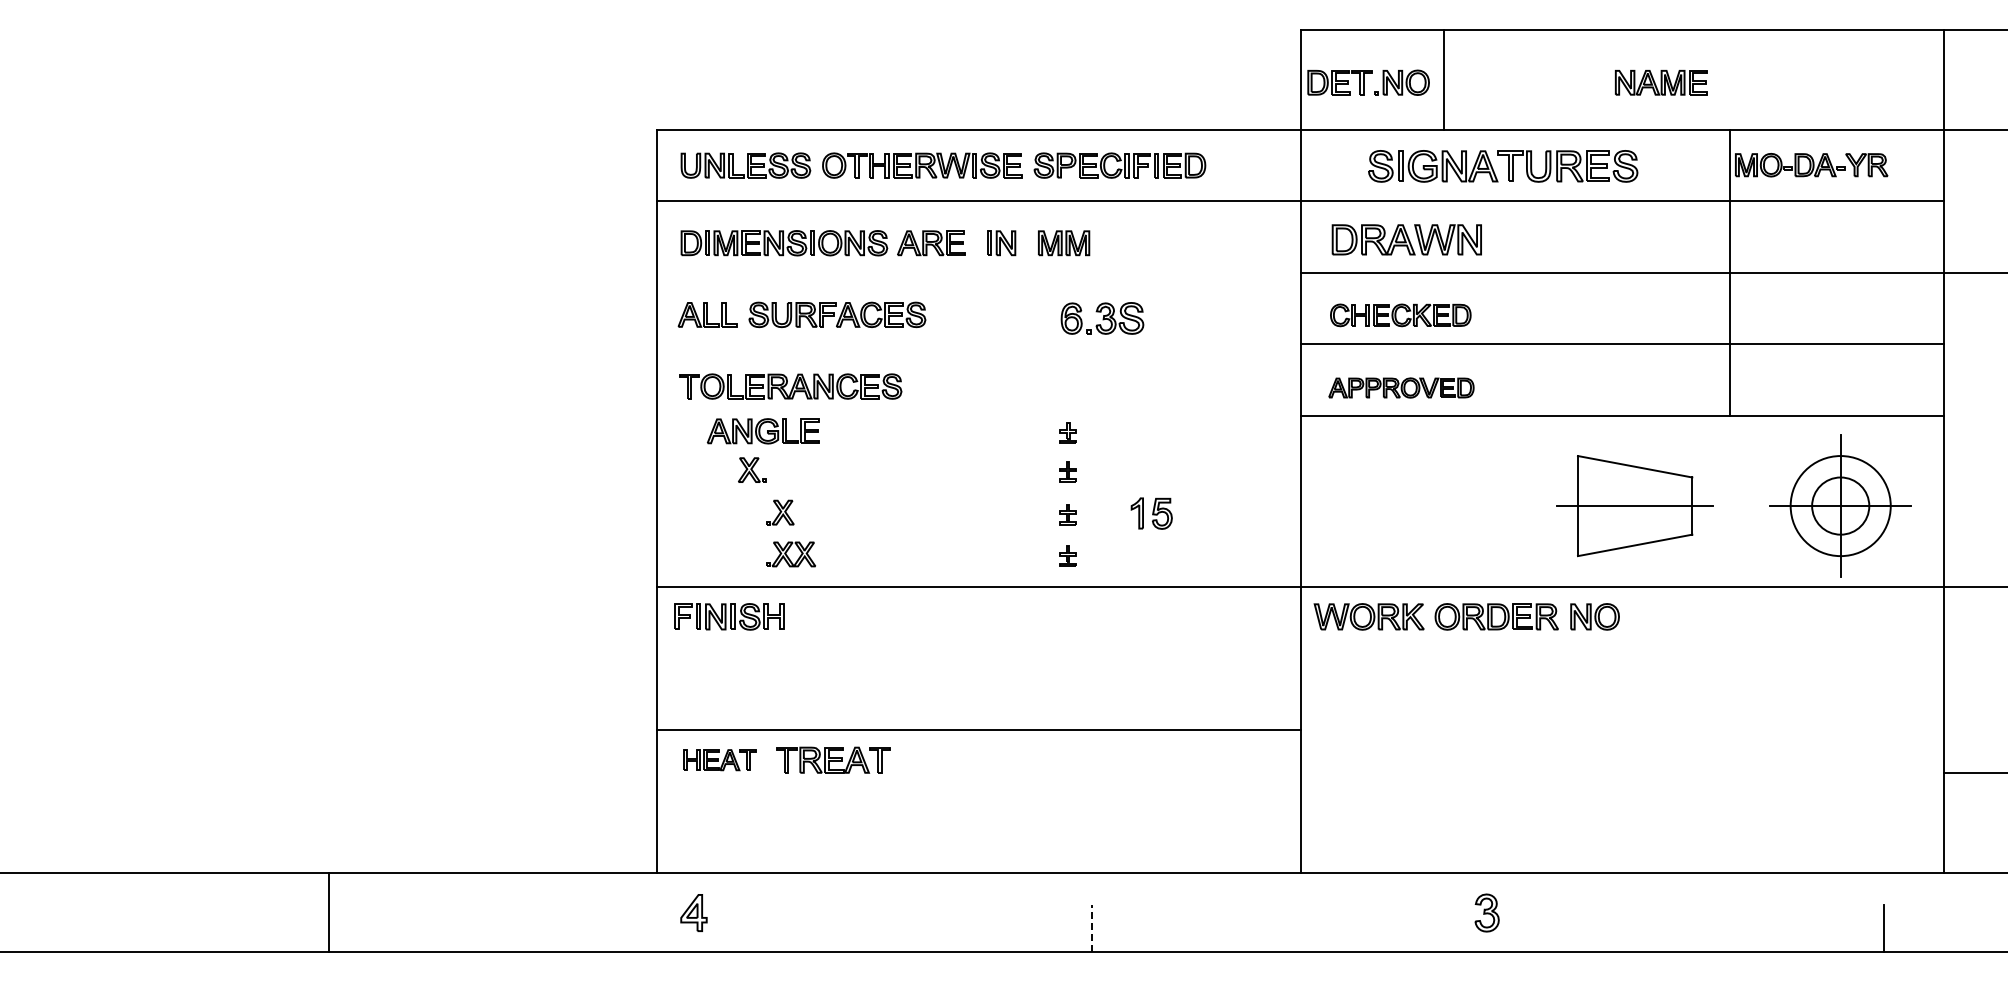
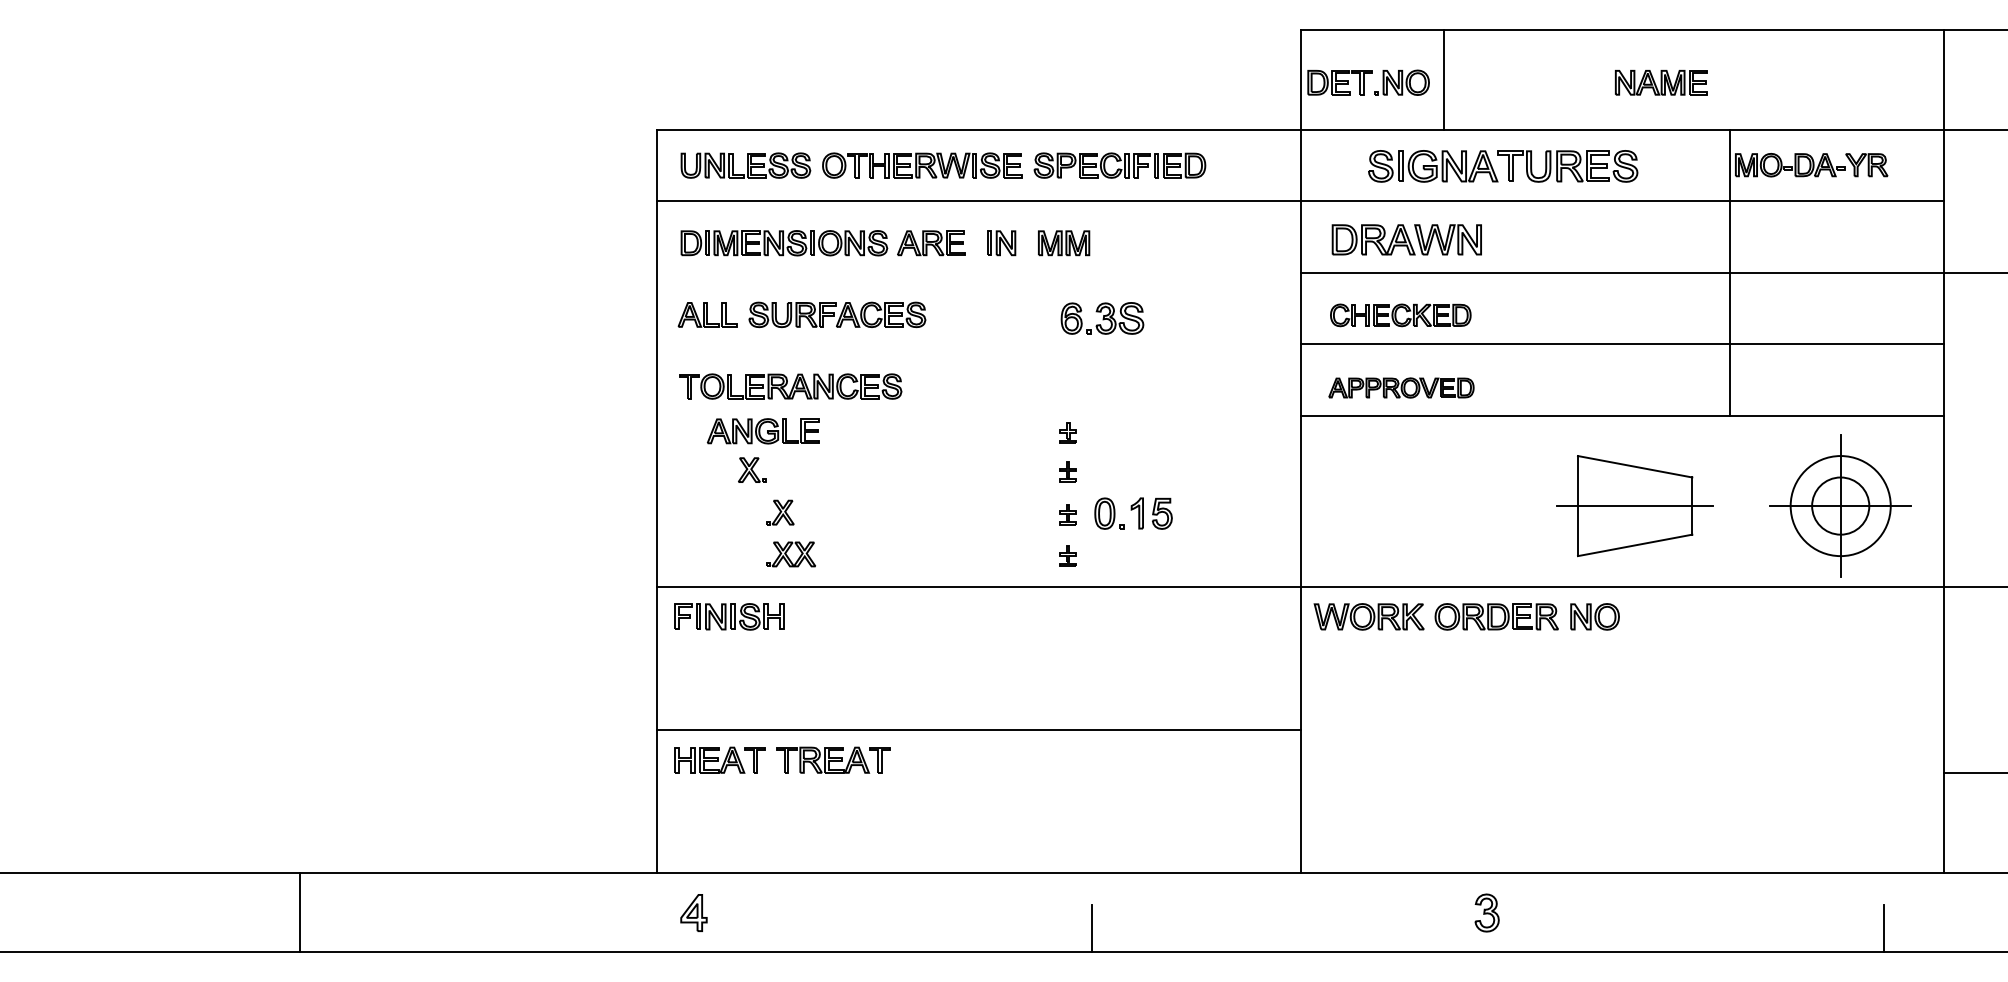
part at (1109, 513): none -> present
part at (719, 760) size: 74x23 px -> 92x28 px
line at (329, 912) position: (329, 912) -> (300, 912)
line at (1092, 928): dashed -> solid
